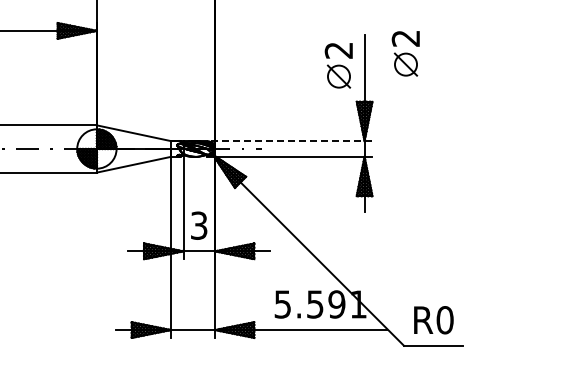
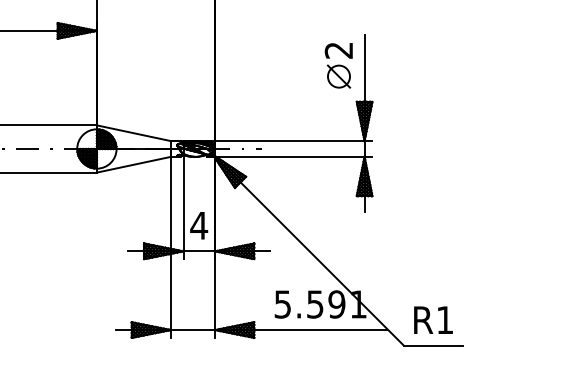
part at (405, 53): present -> none
line at (289, 141): dashed -> solid
text at (199, 225): 3 -> 4
text at (444, 320): R0 -> R1
